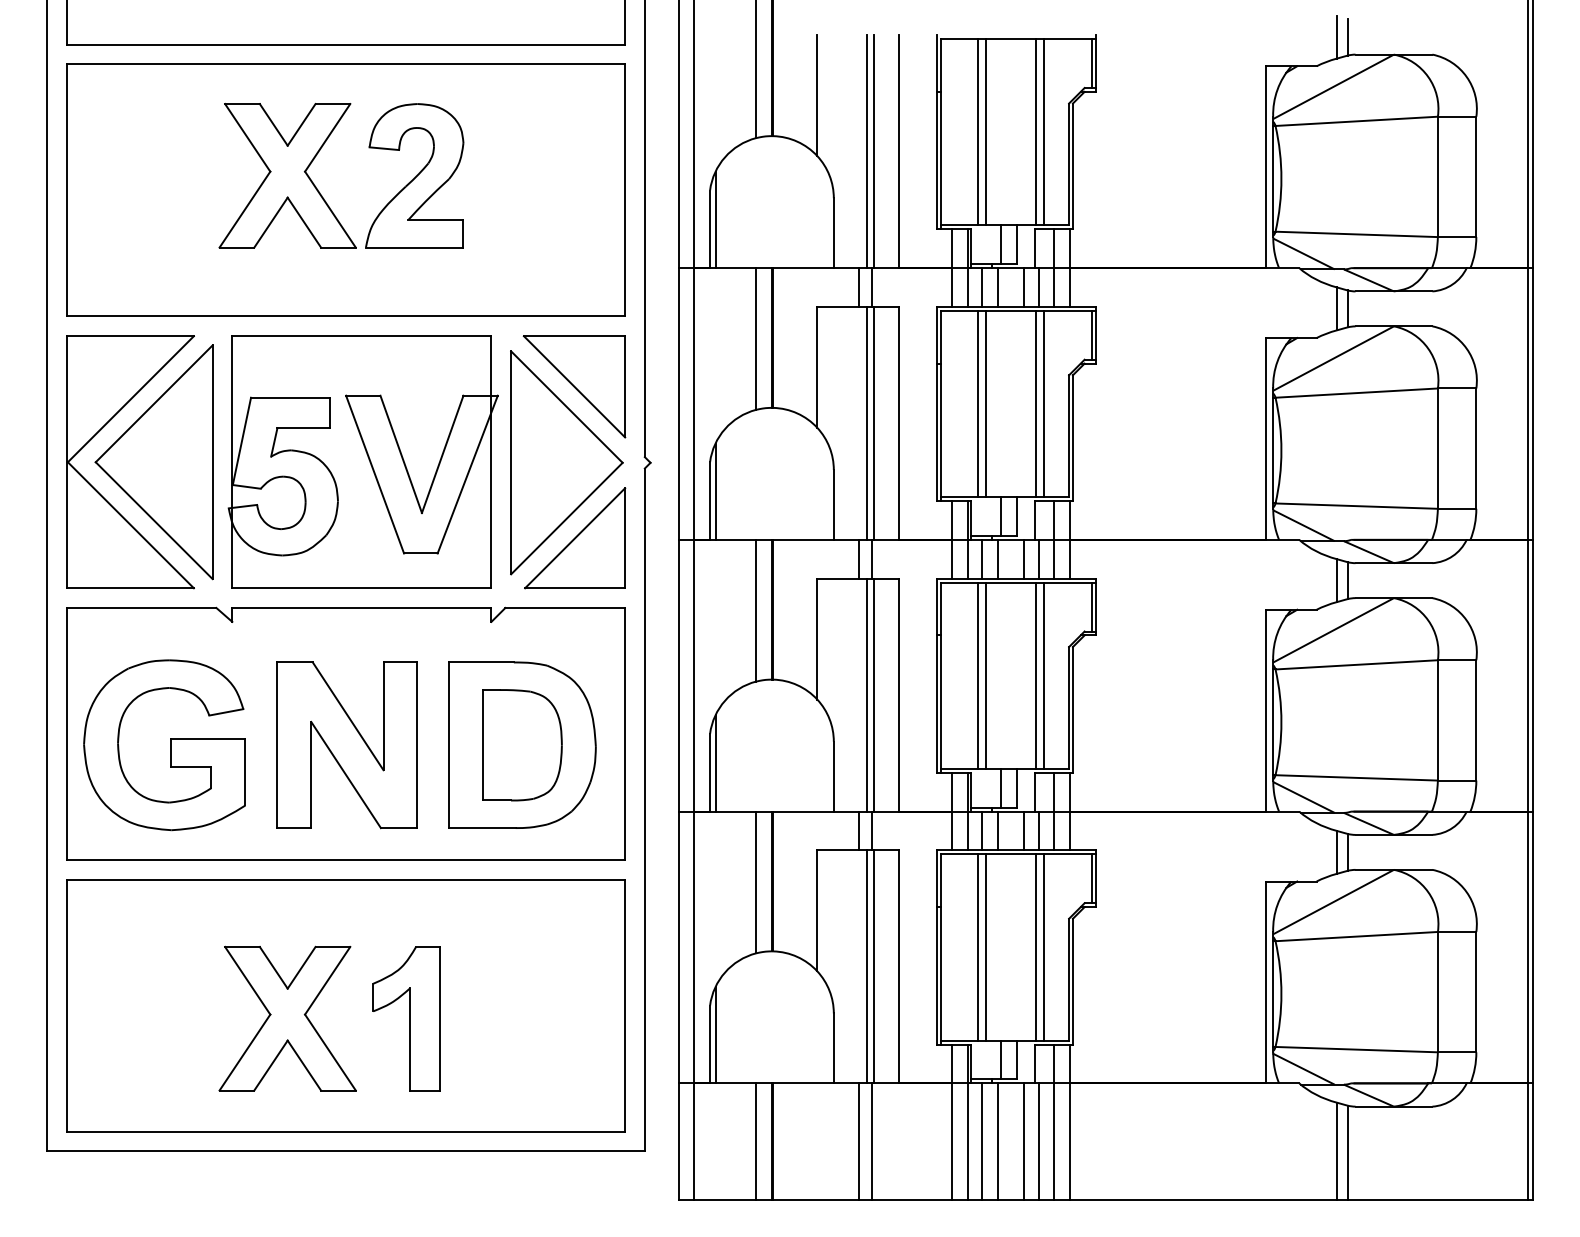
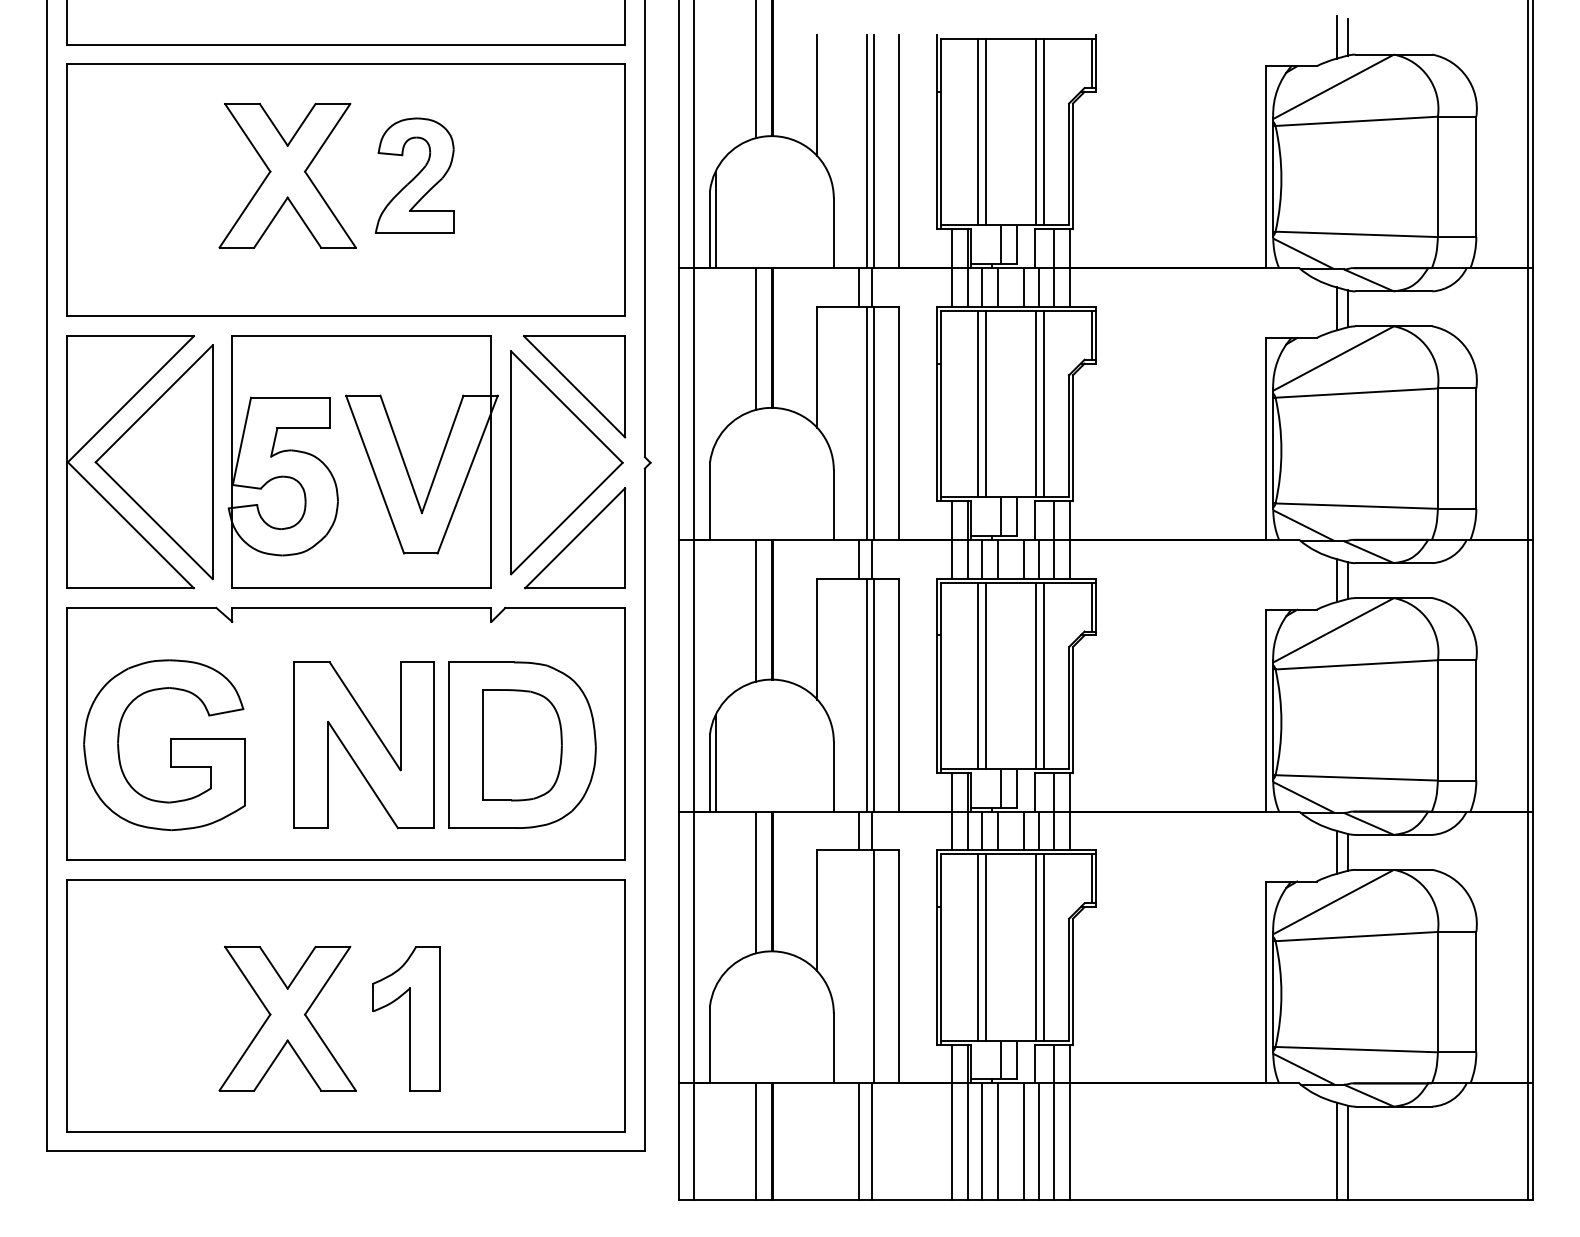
part at (414, 175) size: 100x146 px -> 80x117 px
line at (715, 491): present -> none
part at (346, 745) position: (346, 745) -> (363, 745)
line at (867, 966): present -> none
line at (715, 1035): present -> none
